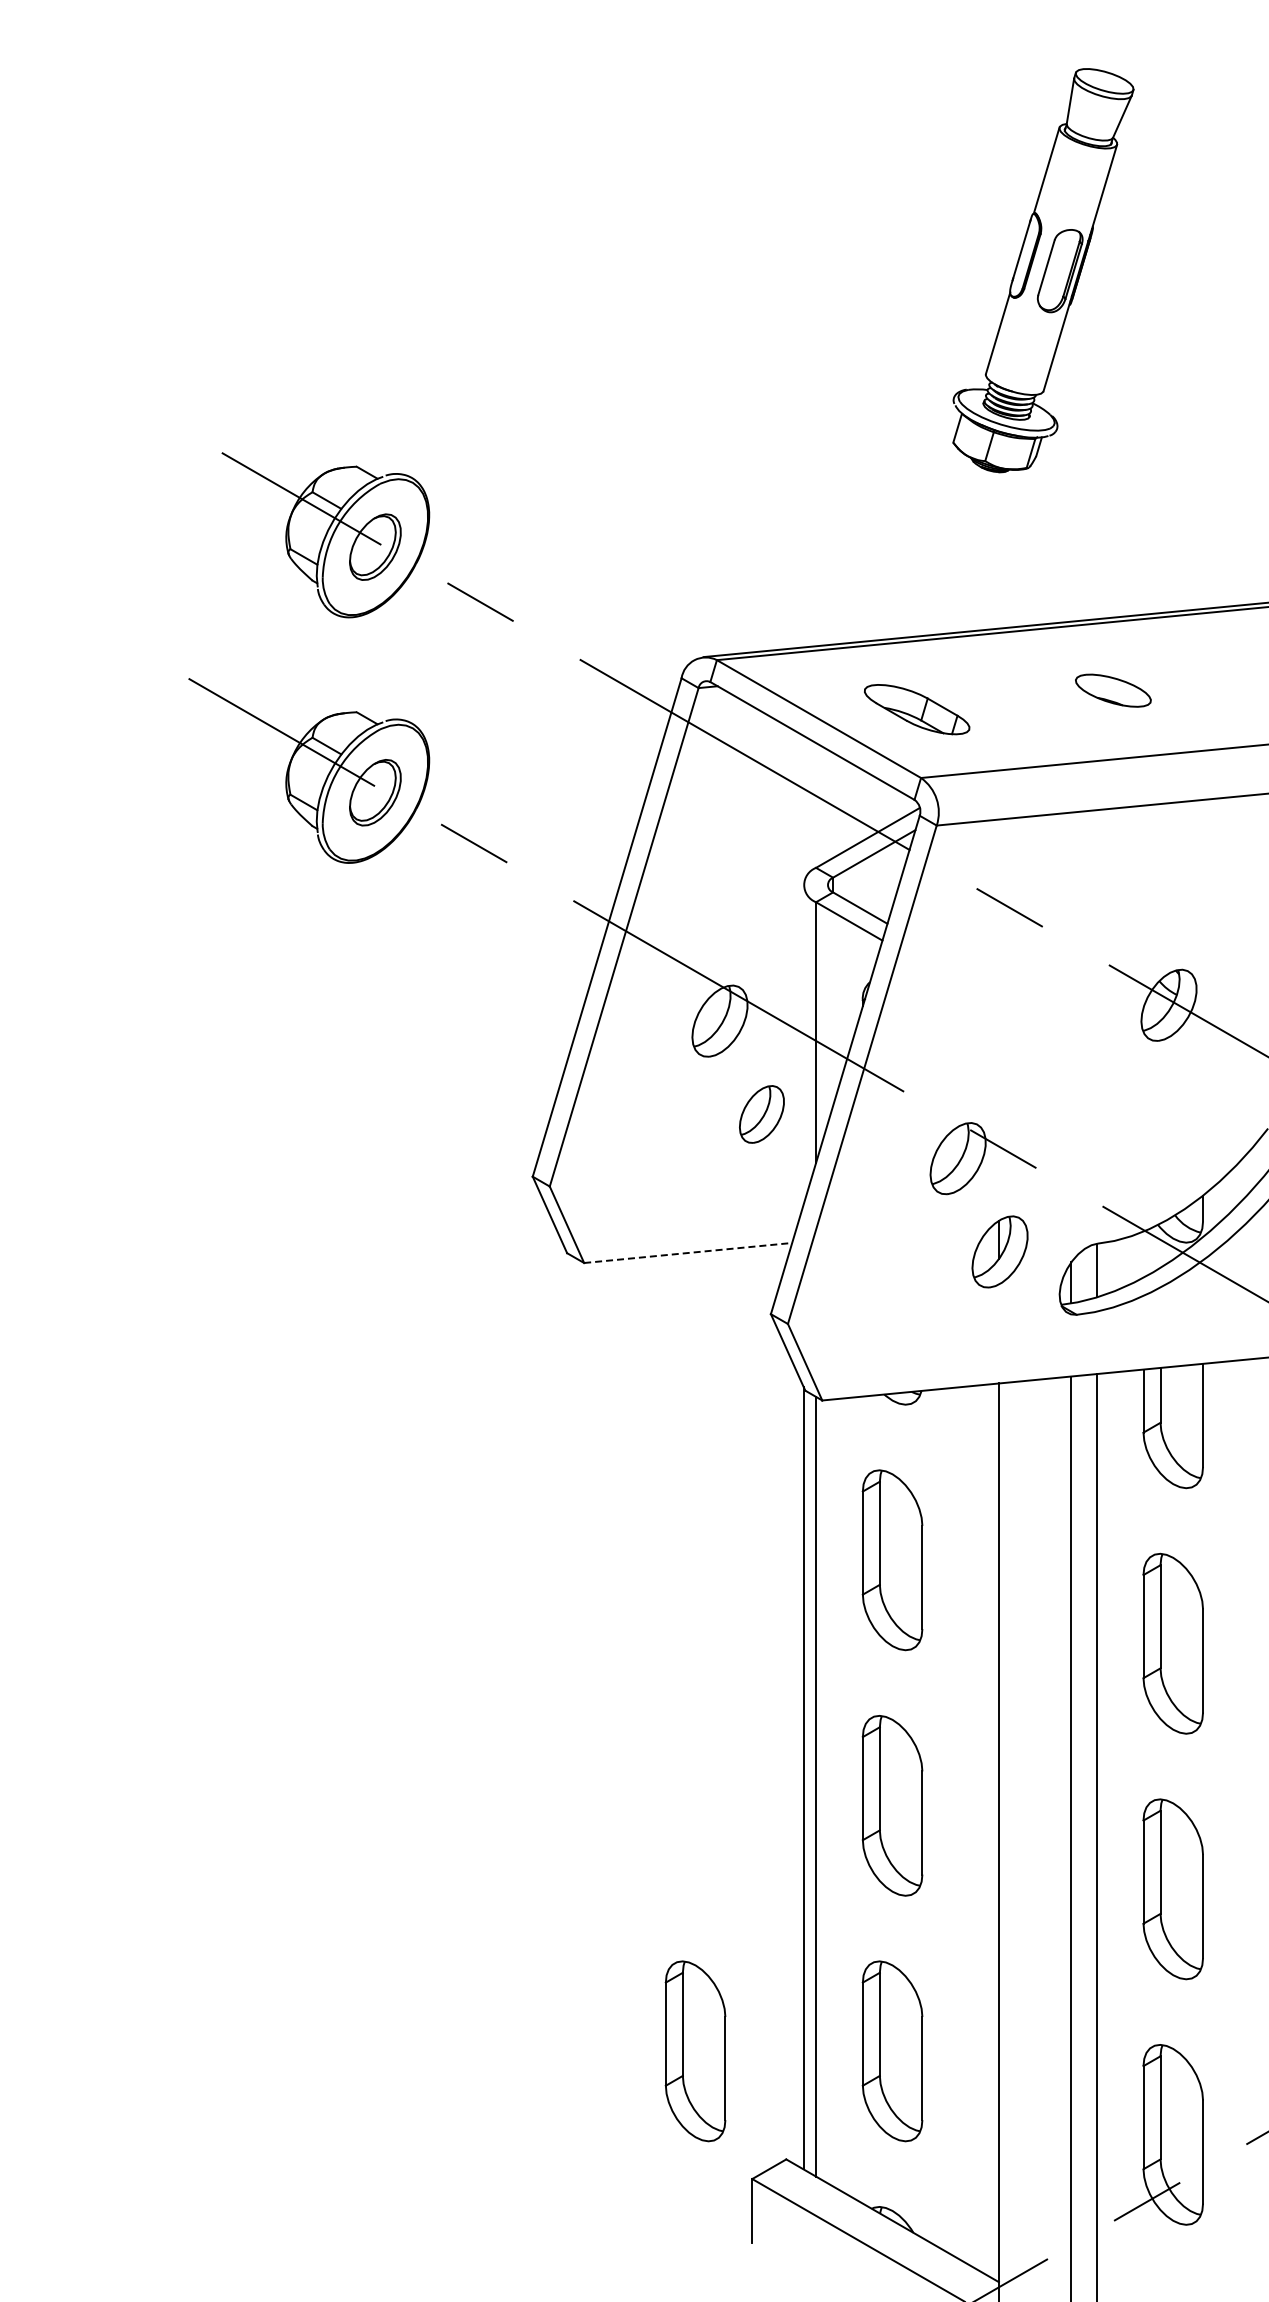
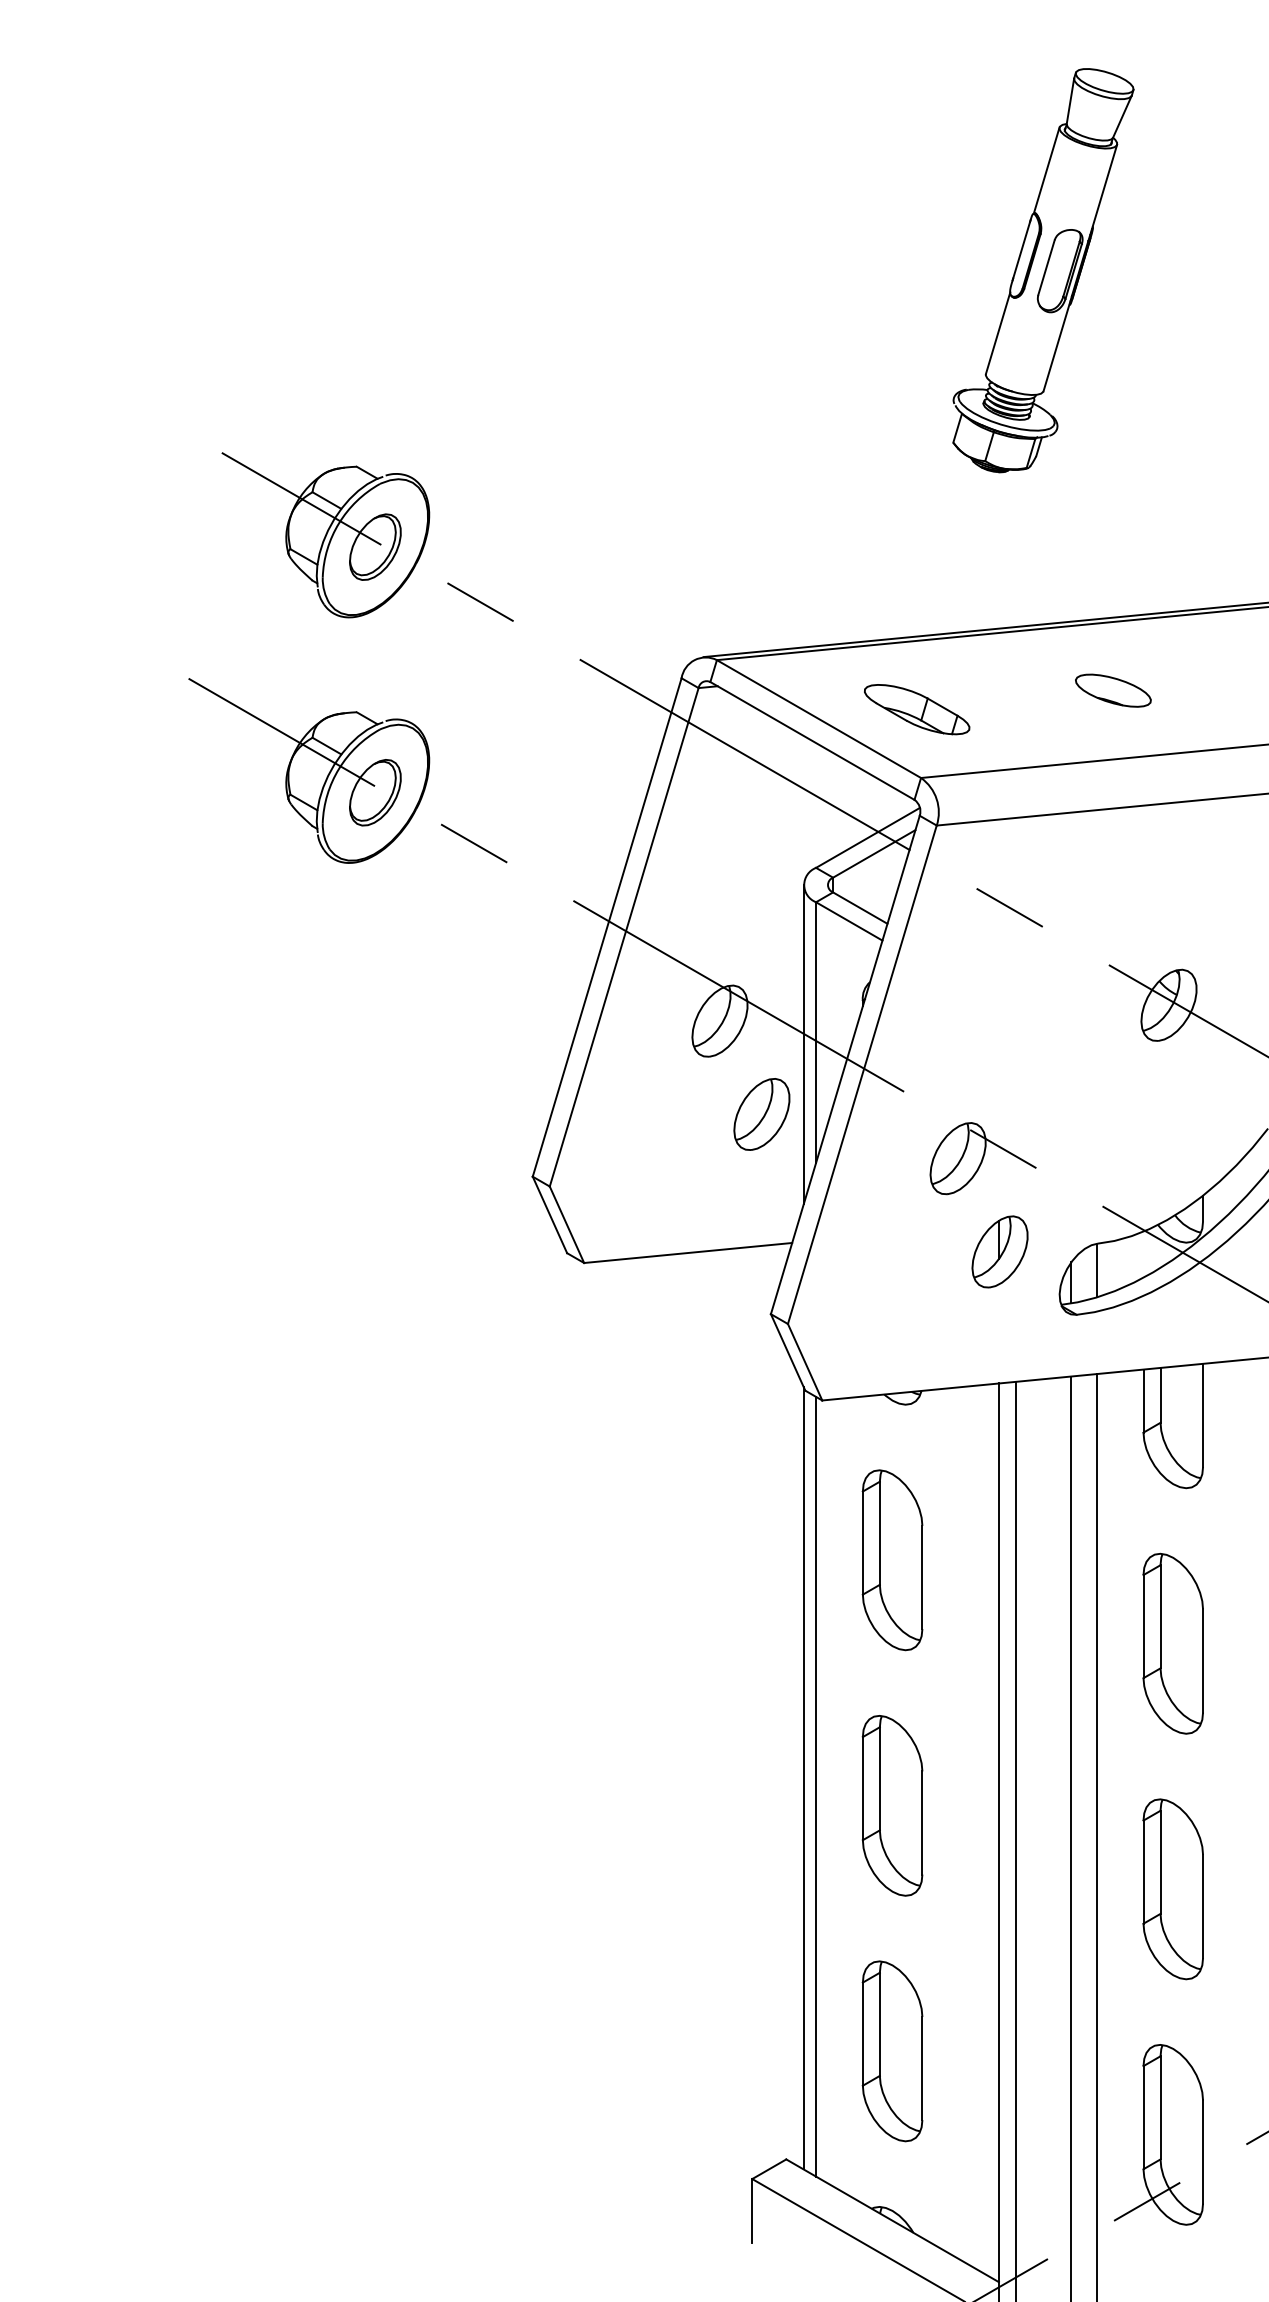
line at (803, 1044): none -> present
part at (761, 1114) size: 46x59 px -> 58x73 px
line at (688, 1252): dashed -> solid
line at (1015, 1839): none -> present
part at (695, 2051): present -> none
